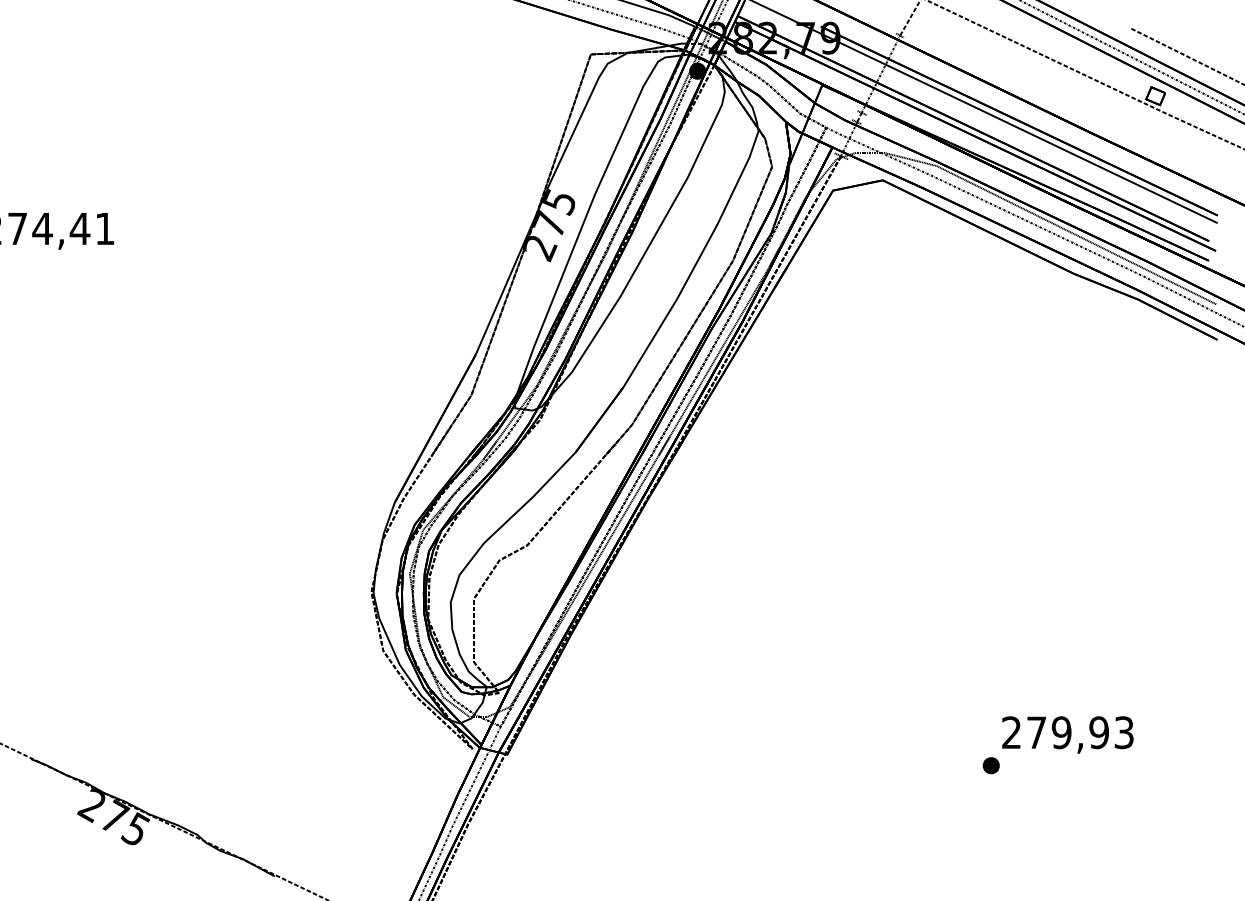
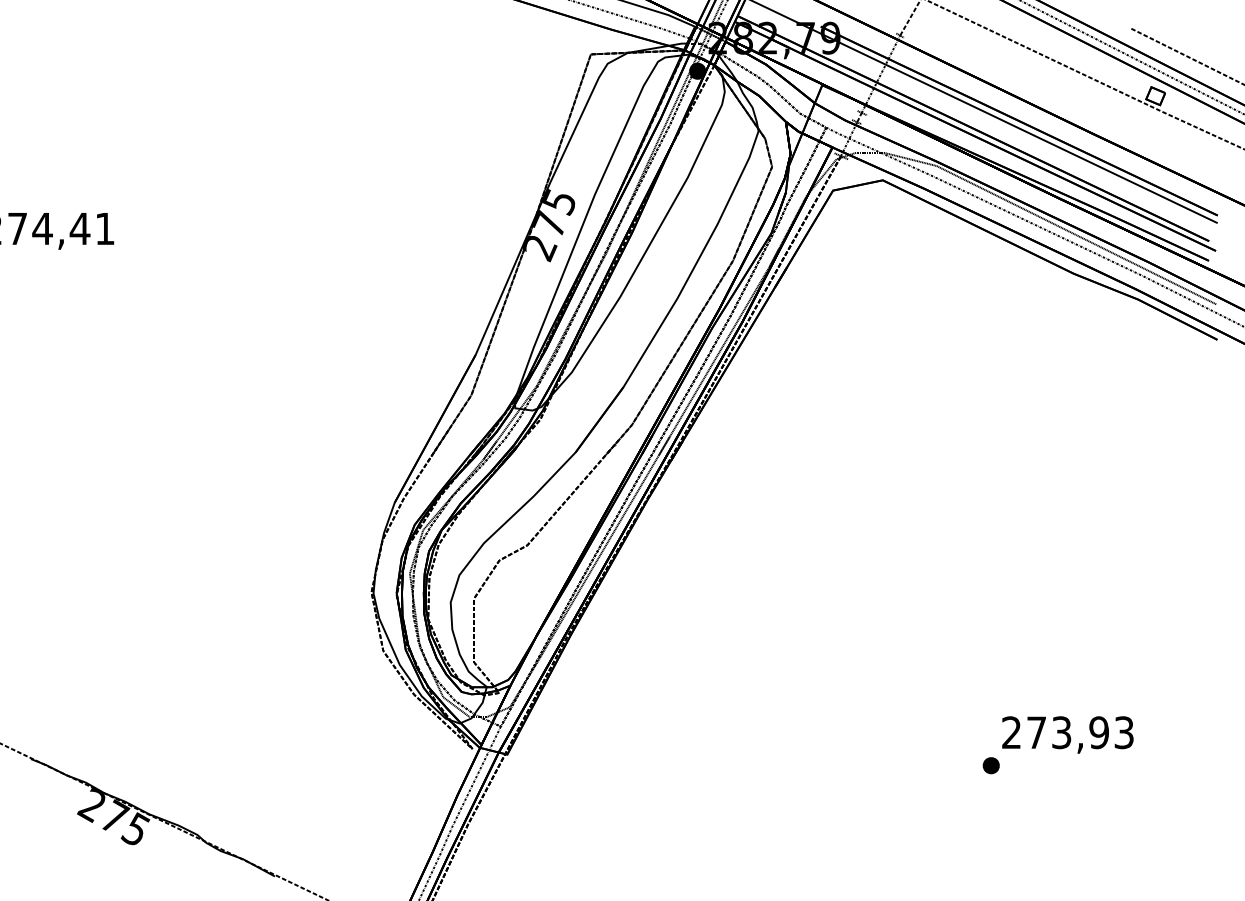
text at (1061, 732): 279,93 -> 273,93
